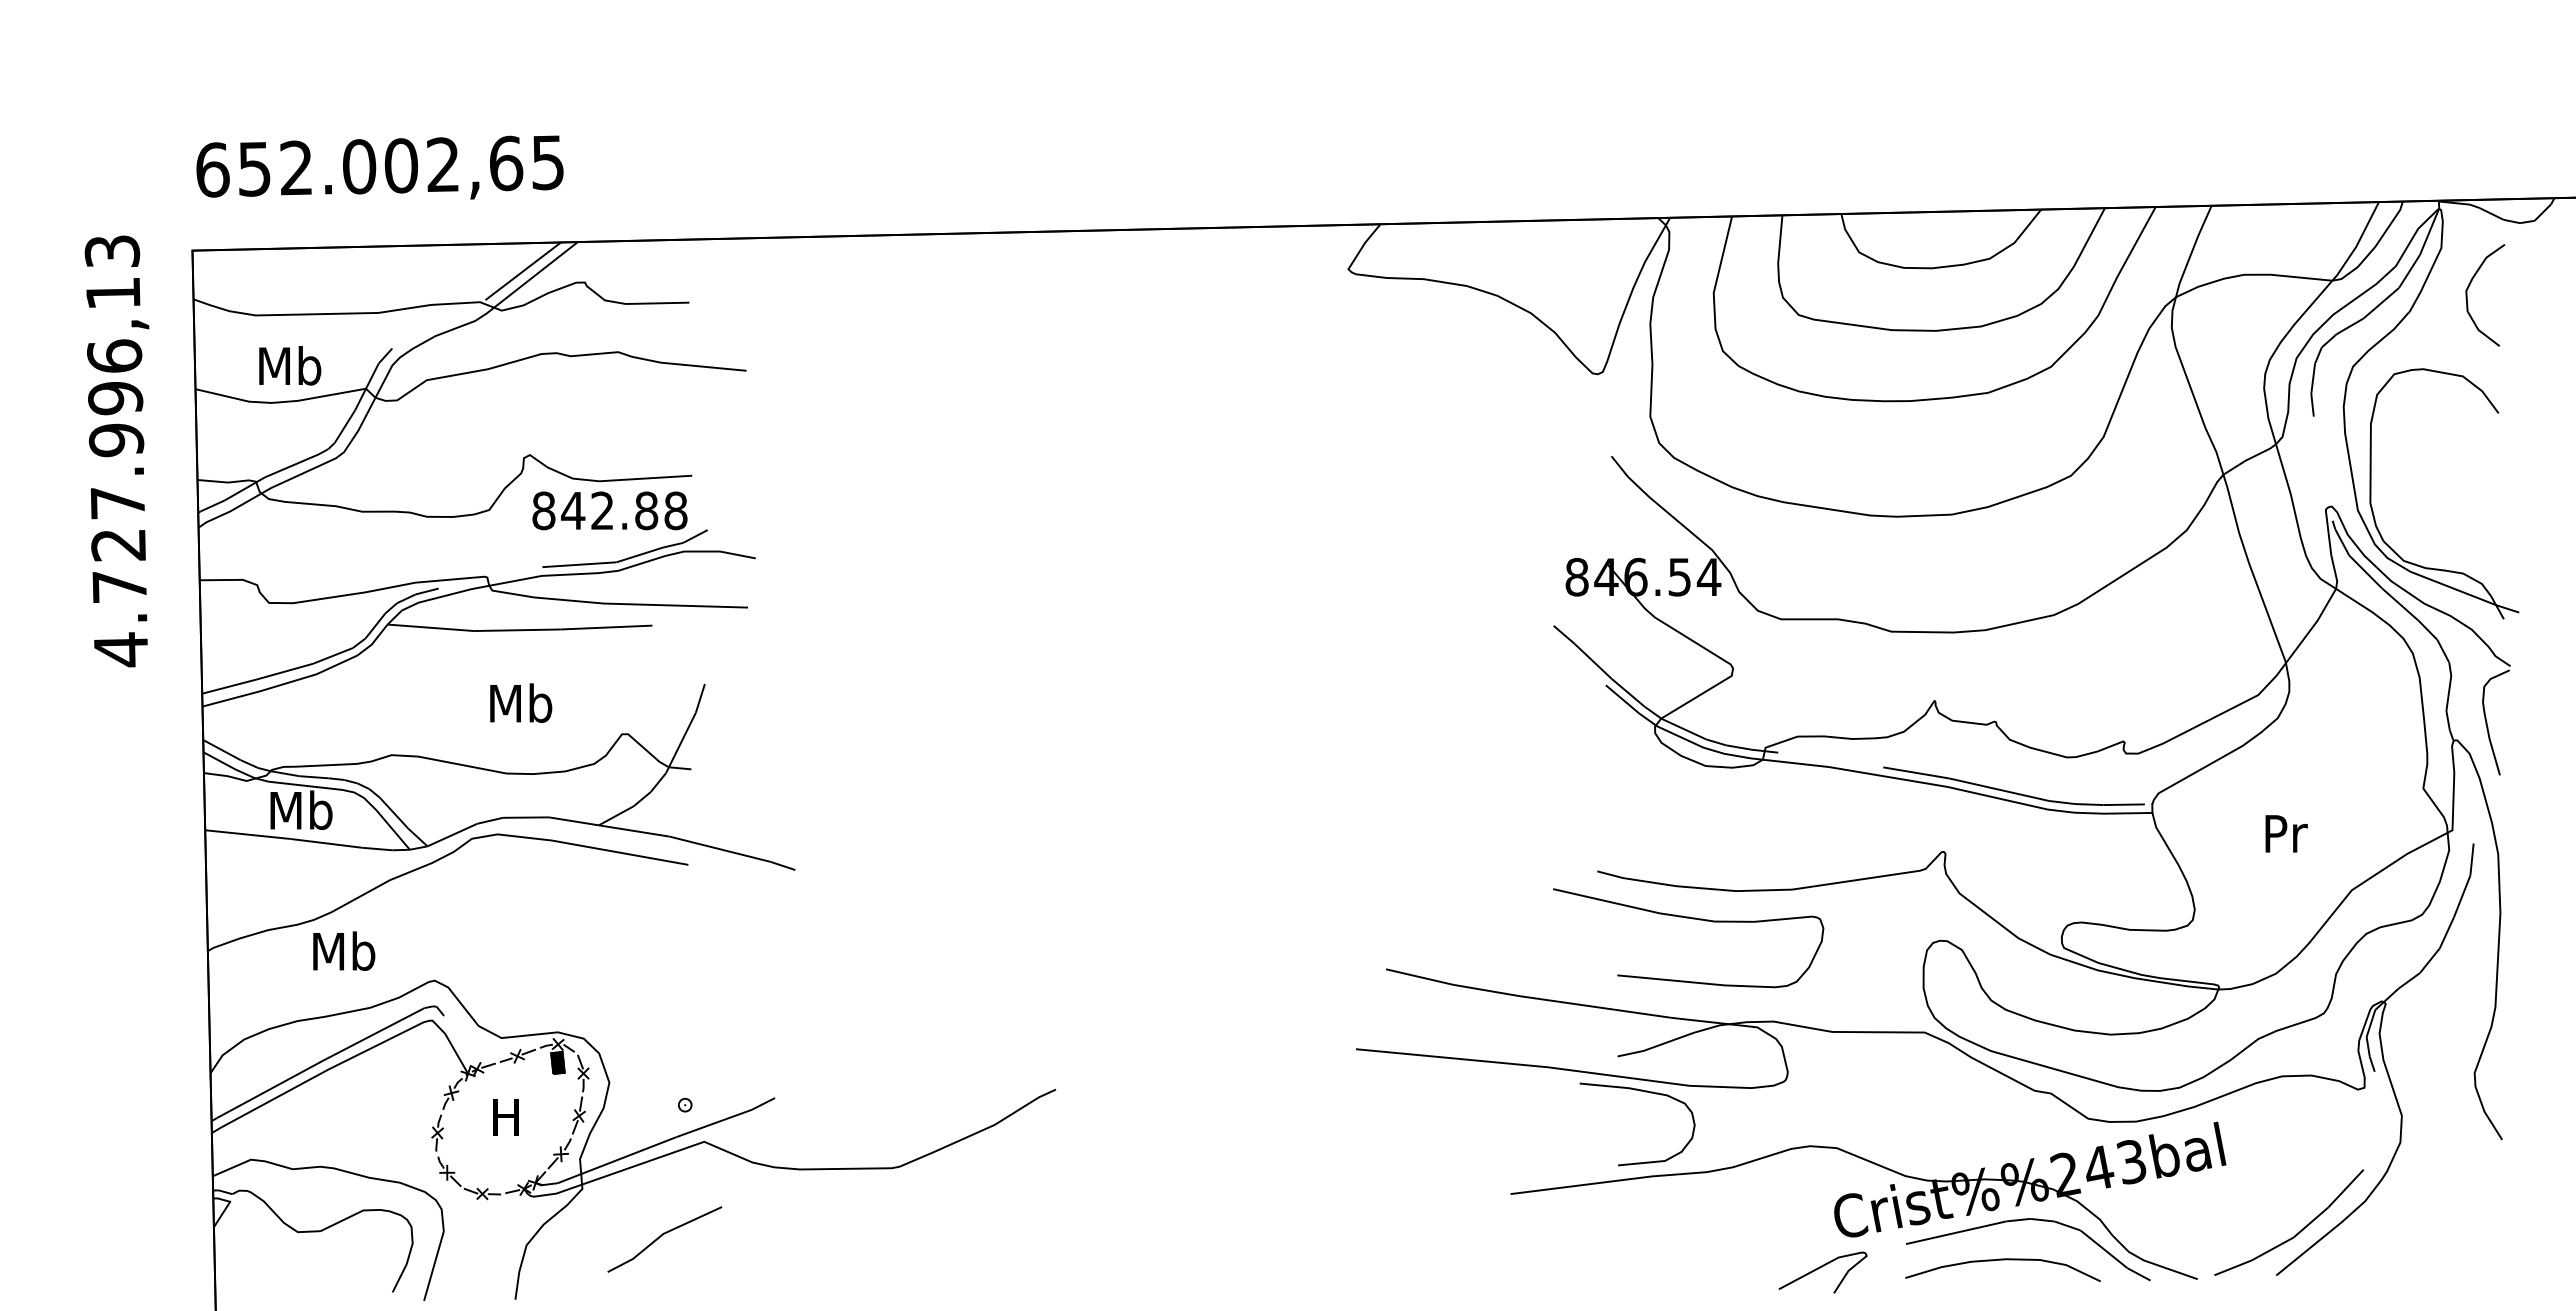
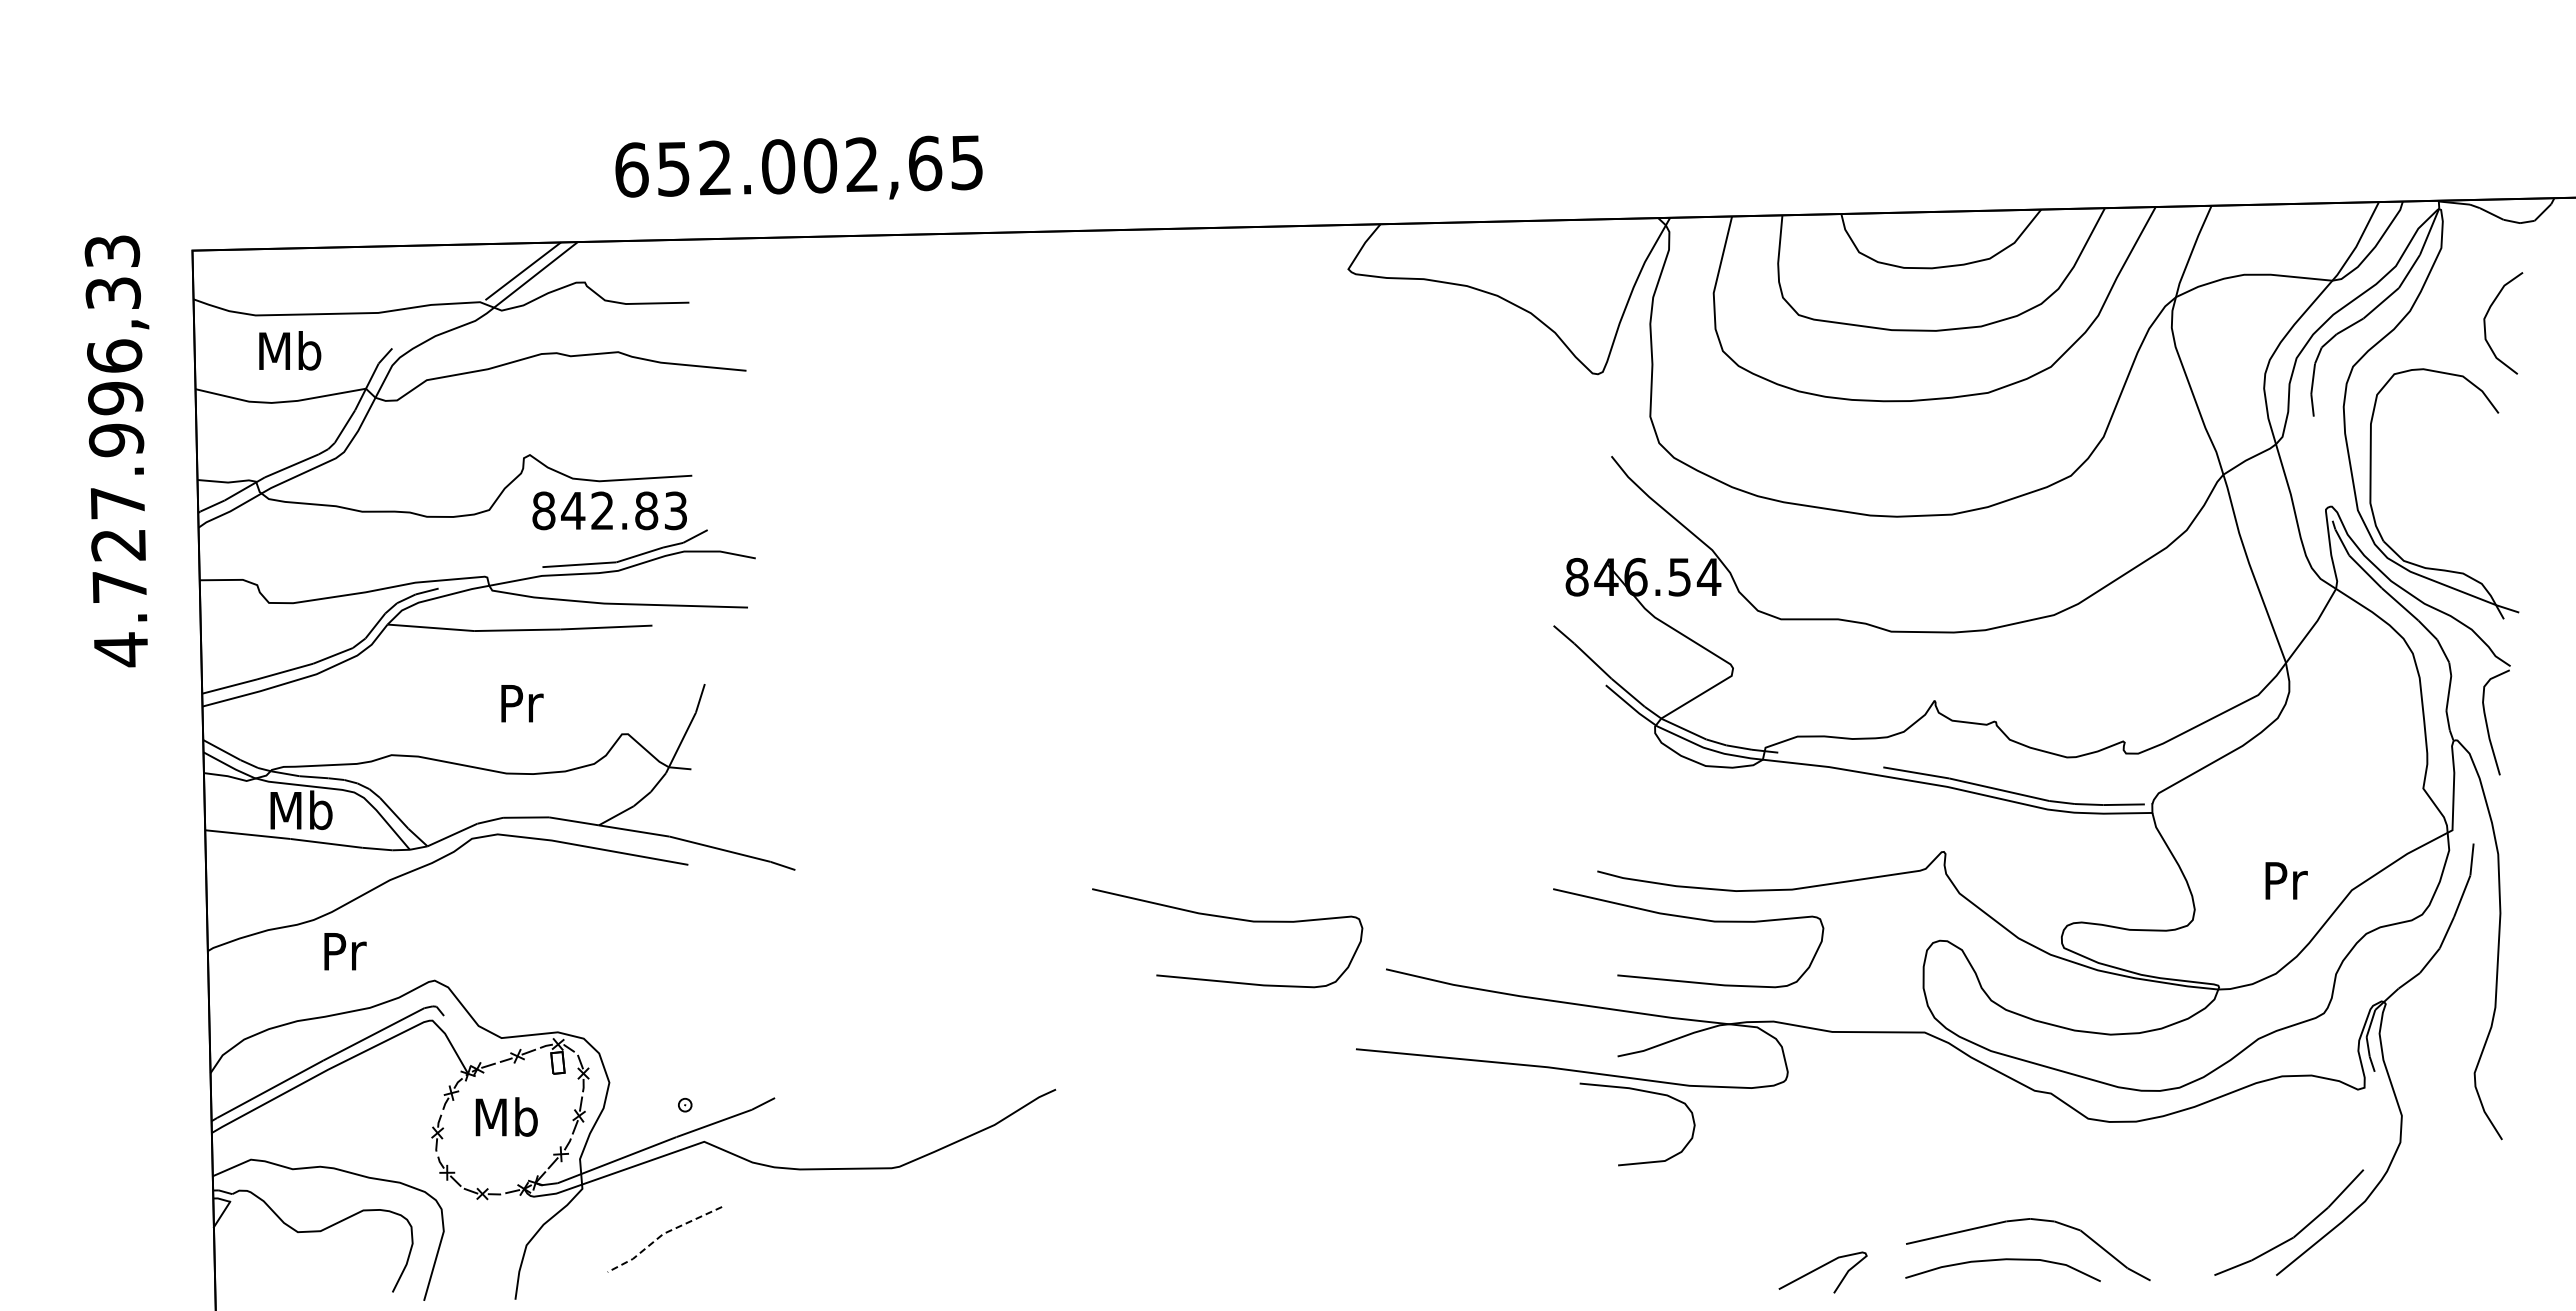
text at (379, 167) position: (379, 167) -> (798, 167)
curve at (2469, 287) position: (2469, 287) -> (2487, 315)
text at (112, 292): 4.727.996,13 -> 4.727.996,33
text at (290, 365) position: (290, 365) -> (290, 350)
text at (675, 510): 842.88 -> 842.83
text at (521, 702): Mb -> Pr
text at (2286, 833) position: (2286, 833) -> (2286, 880)
curve at (1231, 919): none -> present
text at (344, 950): Mb -> Pr
fill at (557, 1062): present -> none
text at (506, 1116): H -> Mb
part at (1868, 1200): present -> none
line at (661, 1235): solid -> dashed
